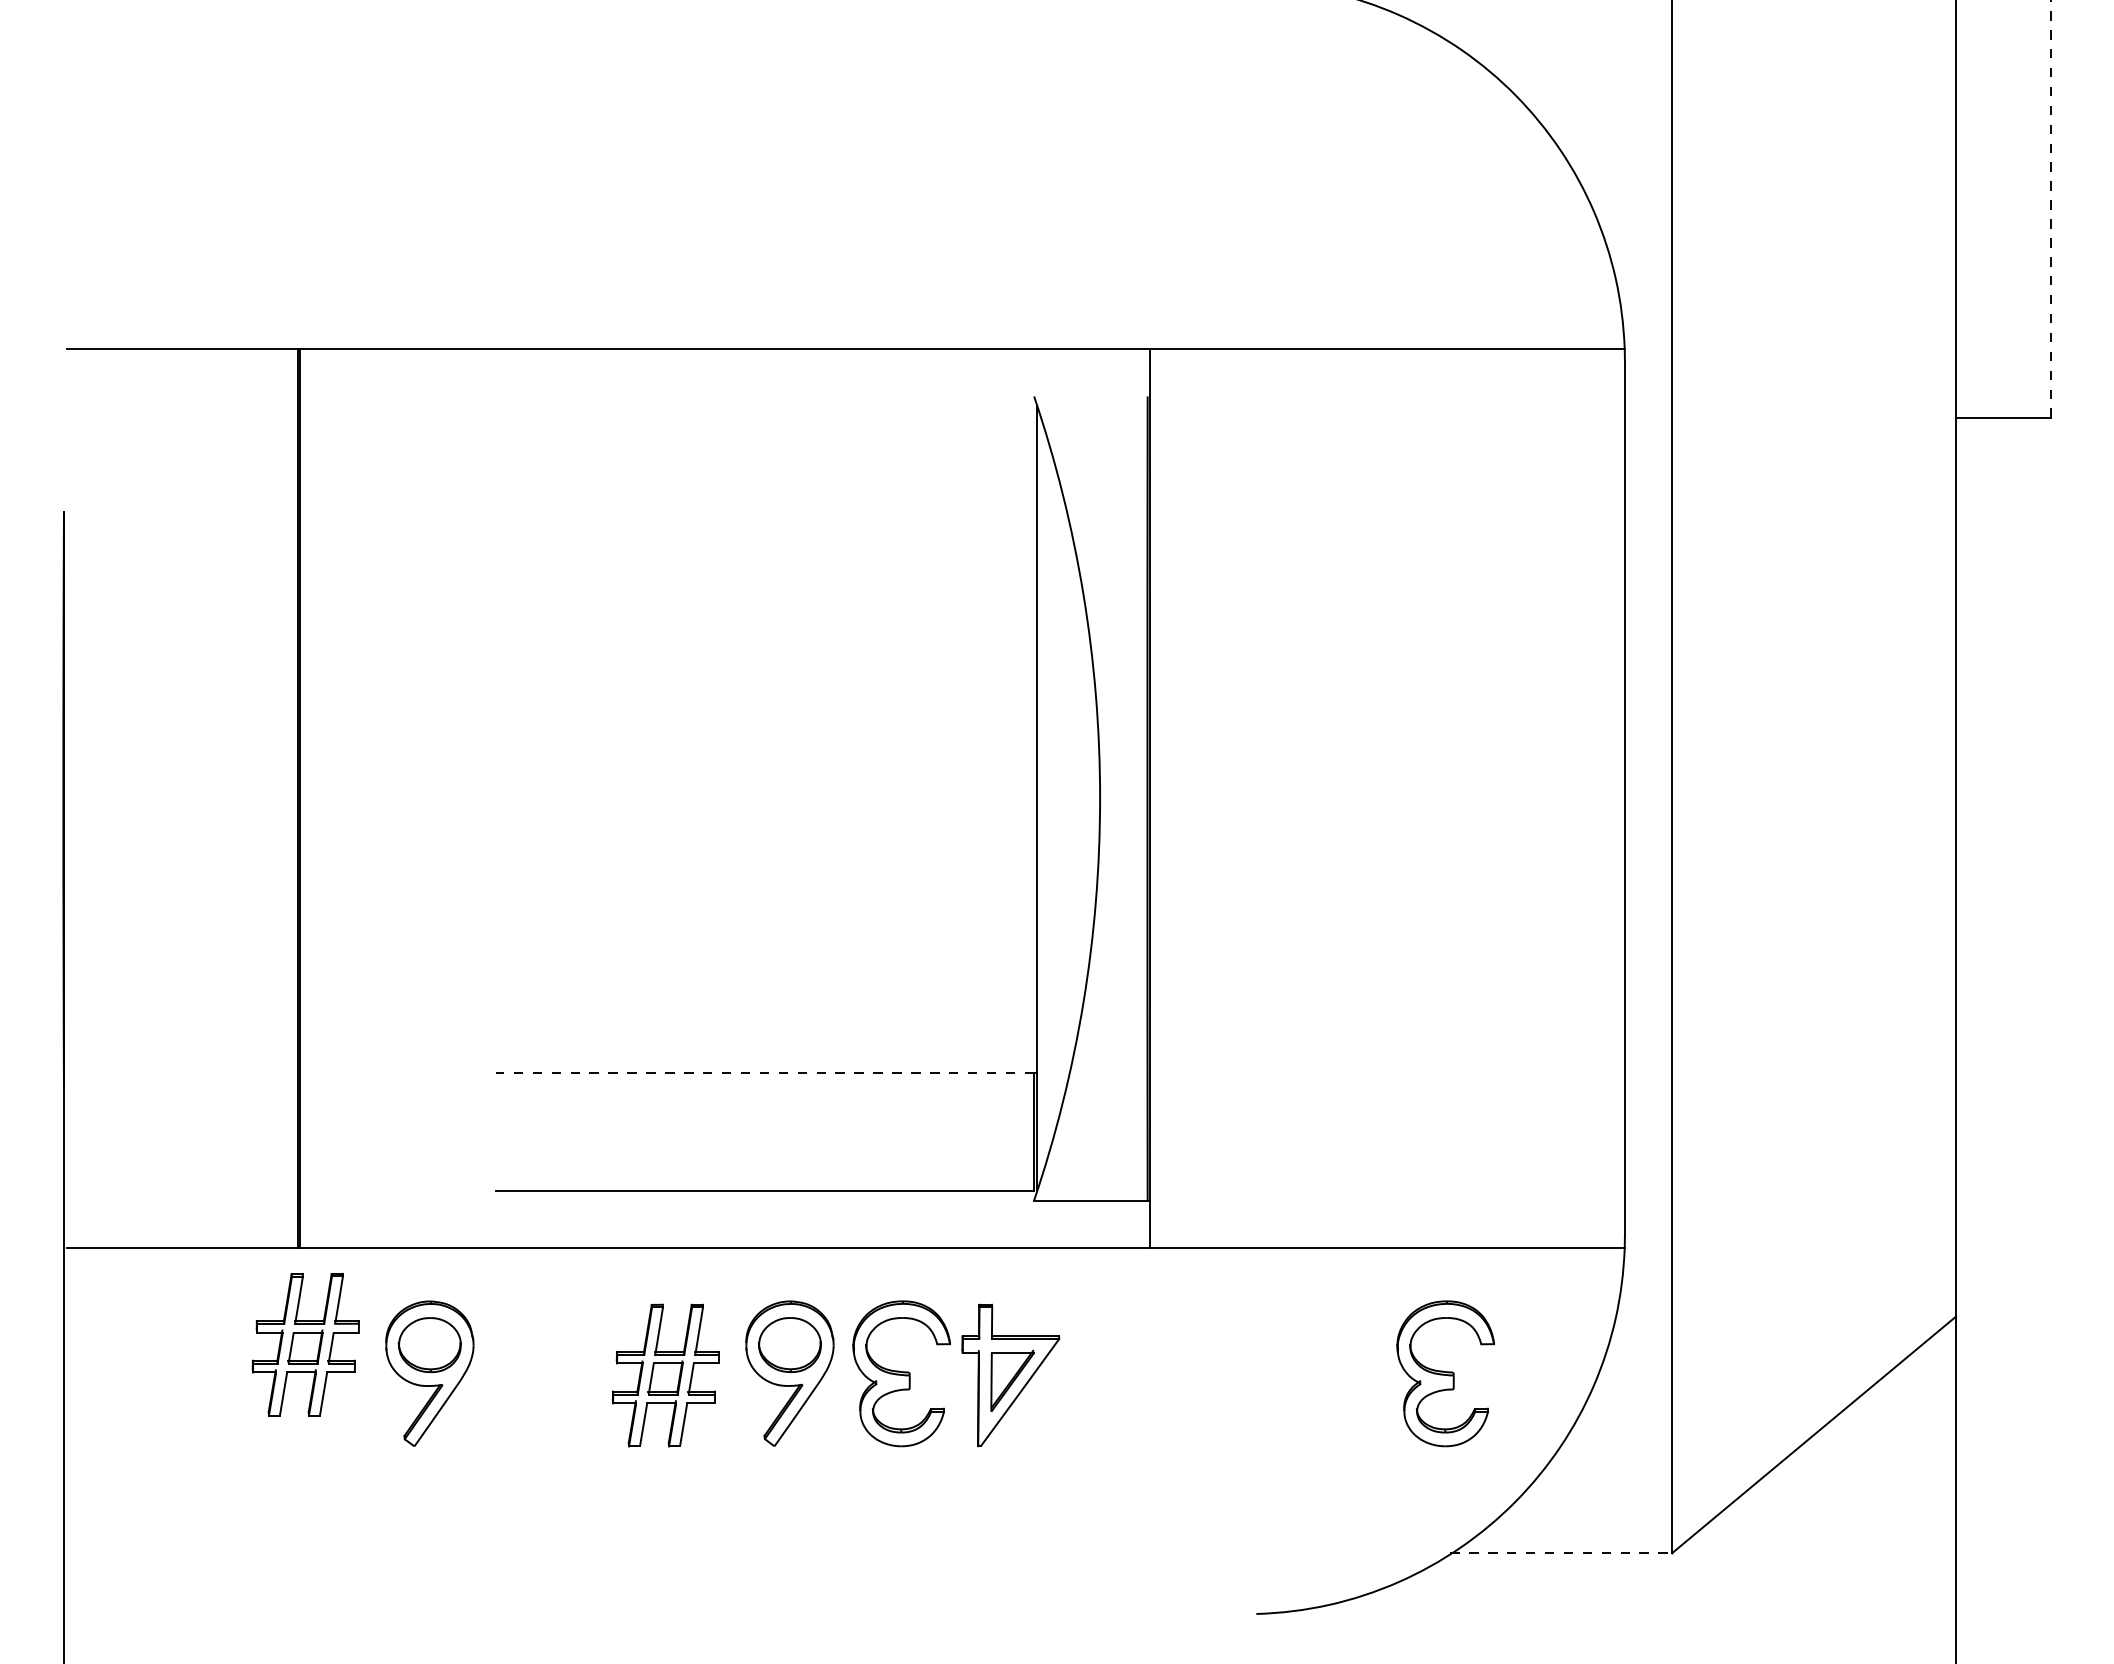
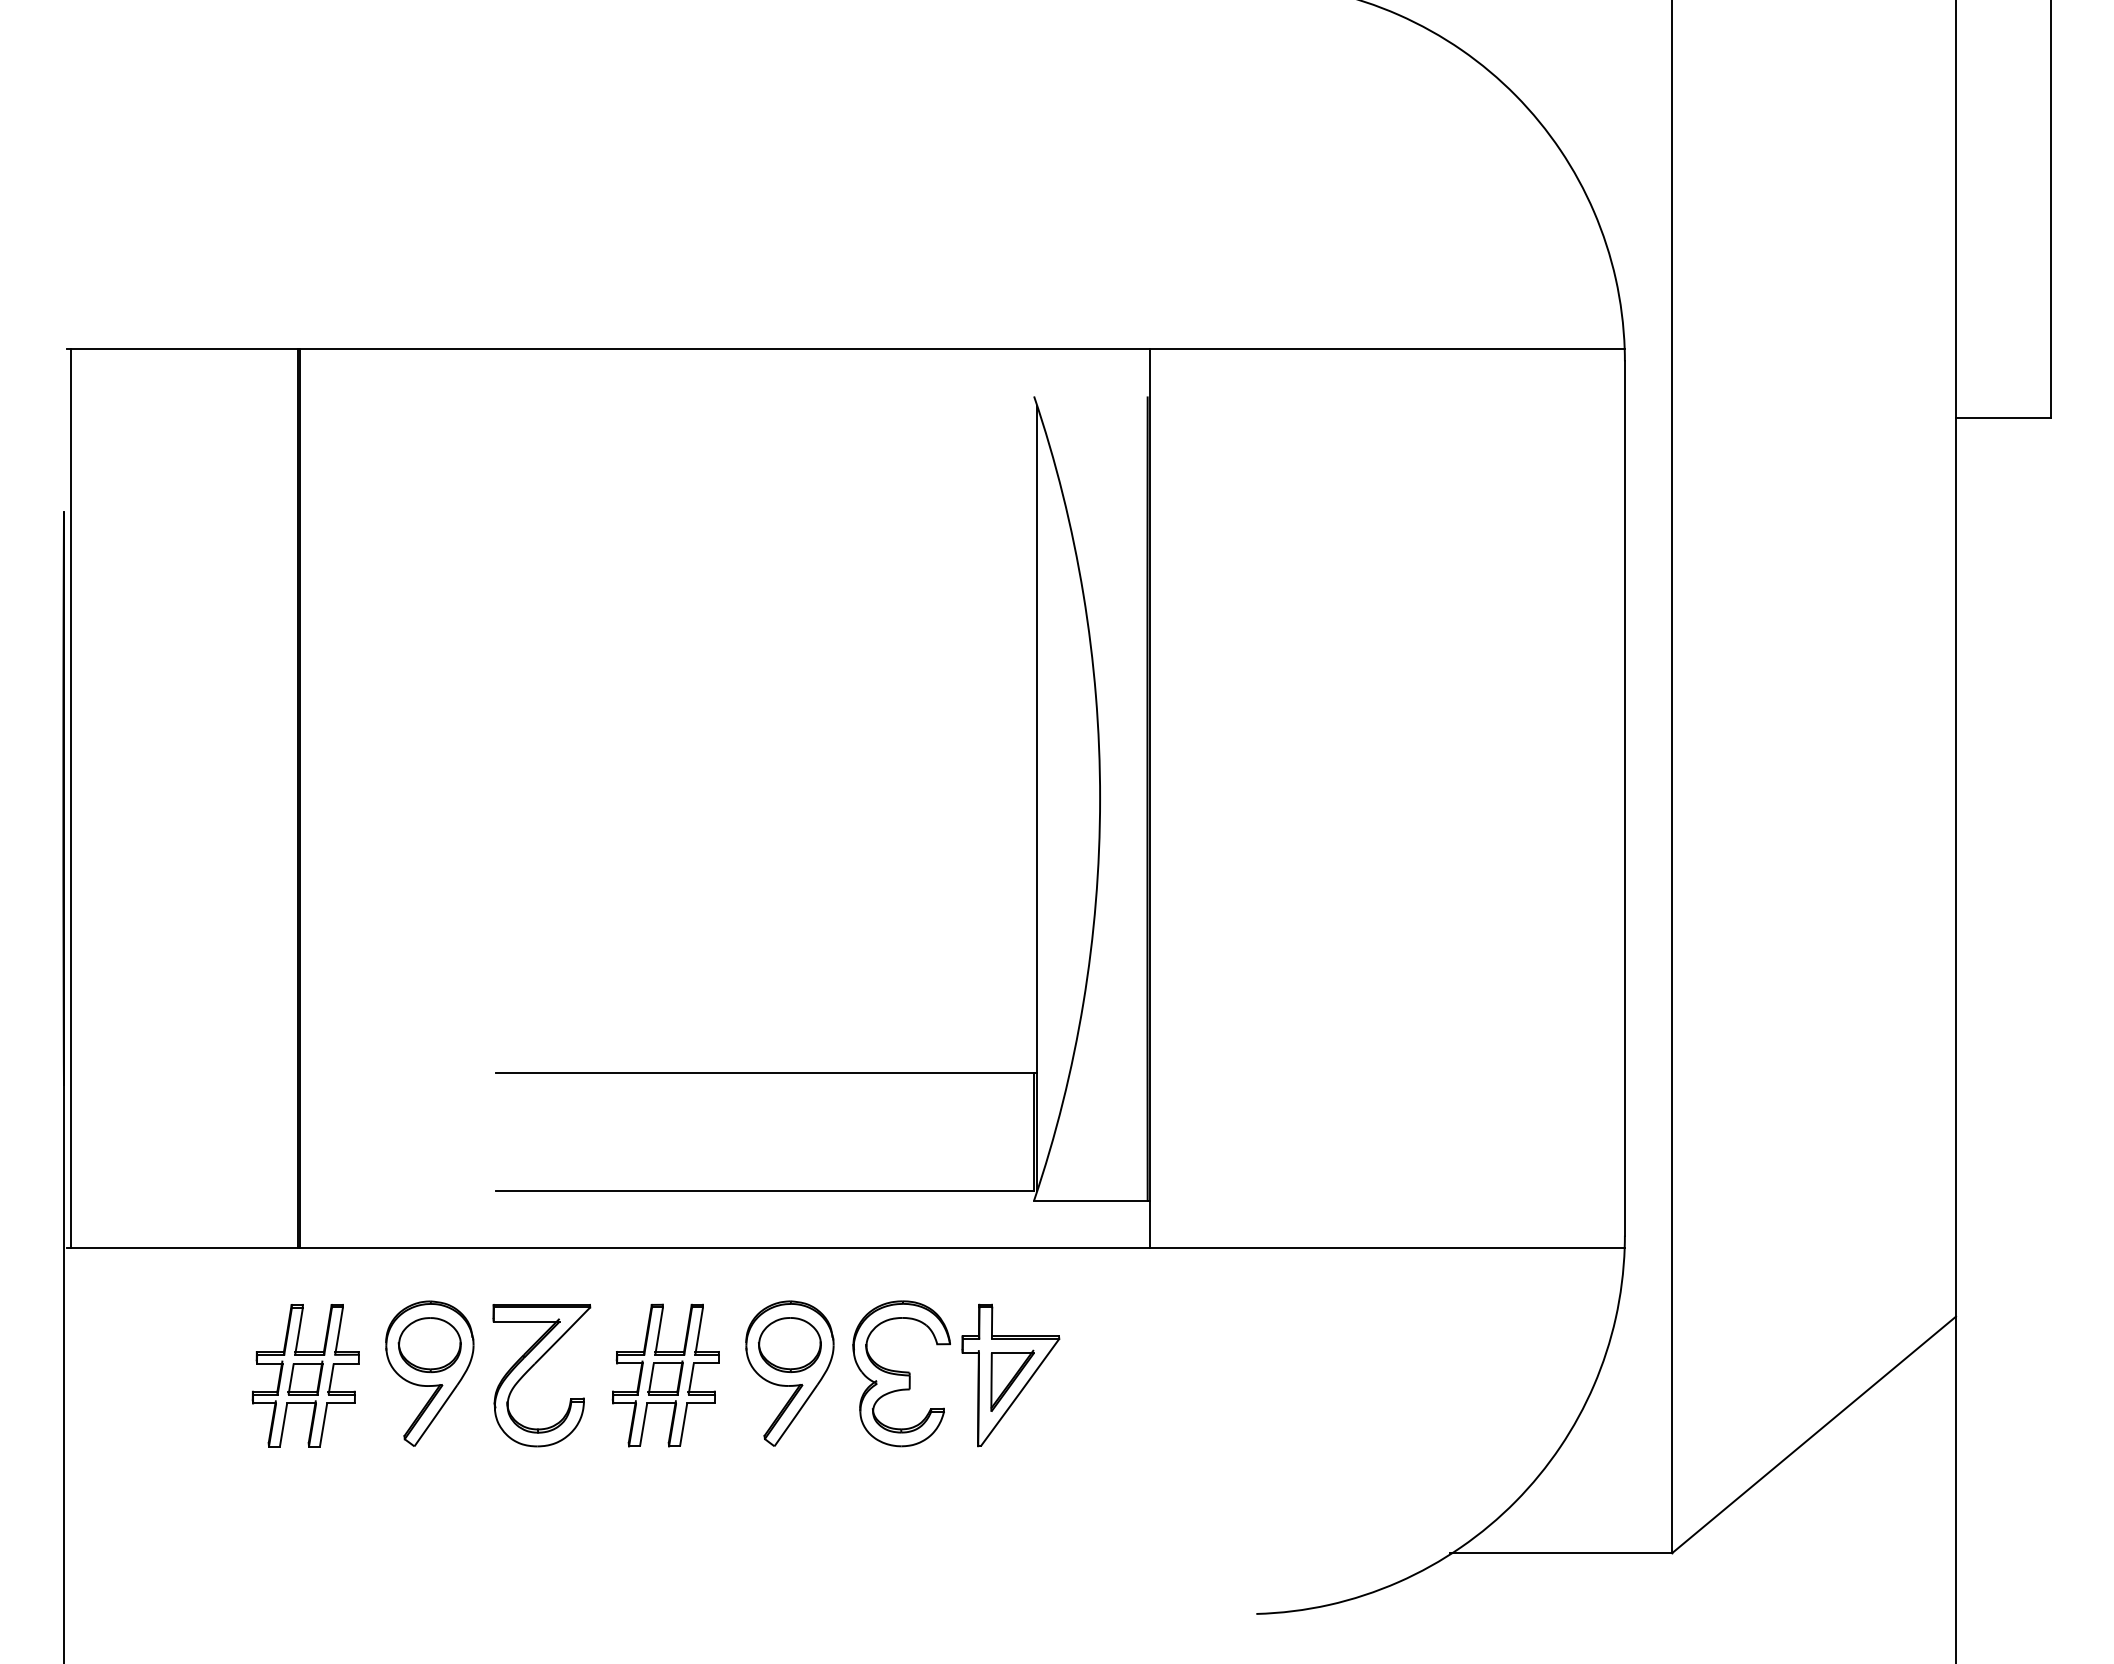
line at (2050, 209): dashed -> solid
line at (70, 798): none -> present
line at (764, 1072): dashed -> solid
part at (305, 1344) position: (305, 1344) -> (305, 1375)
part at (533, 1366): none -> present
part at (1445, 1373): present -> none
line at (1561, 1553): dashed -> solid
